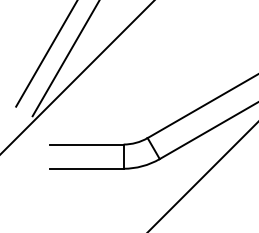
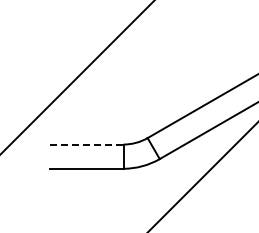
line at (46, 54): present -> none
line at (65, 59): present -> none
line at (86, 144): solid -> dashed
